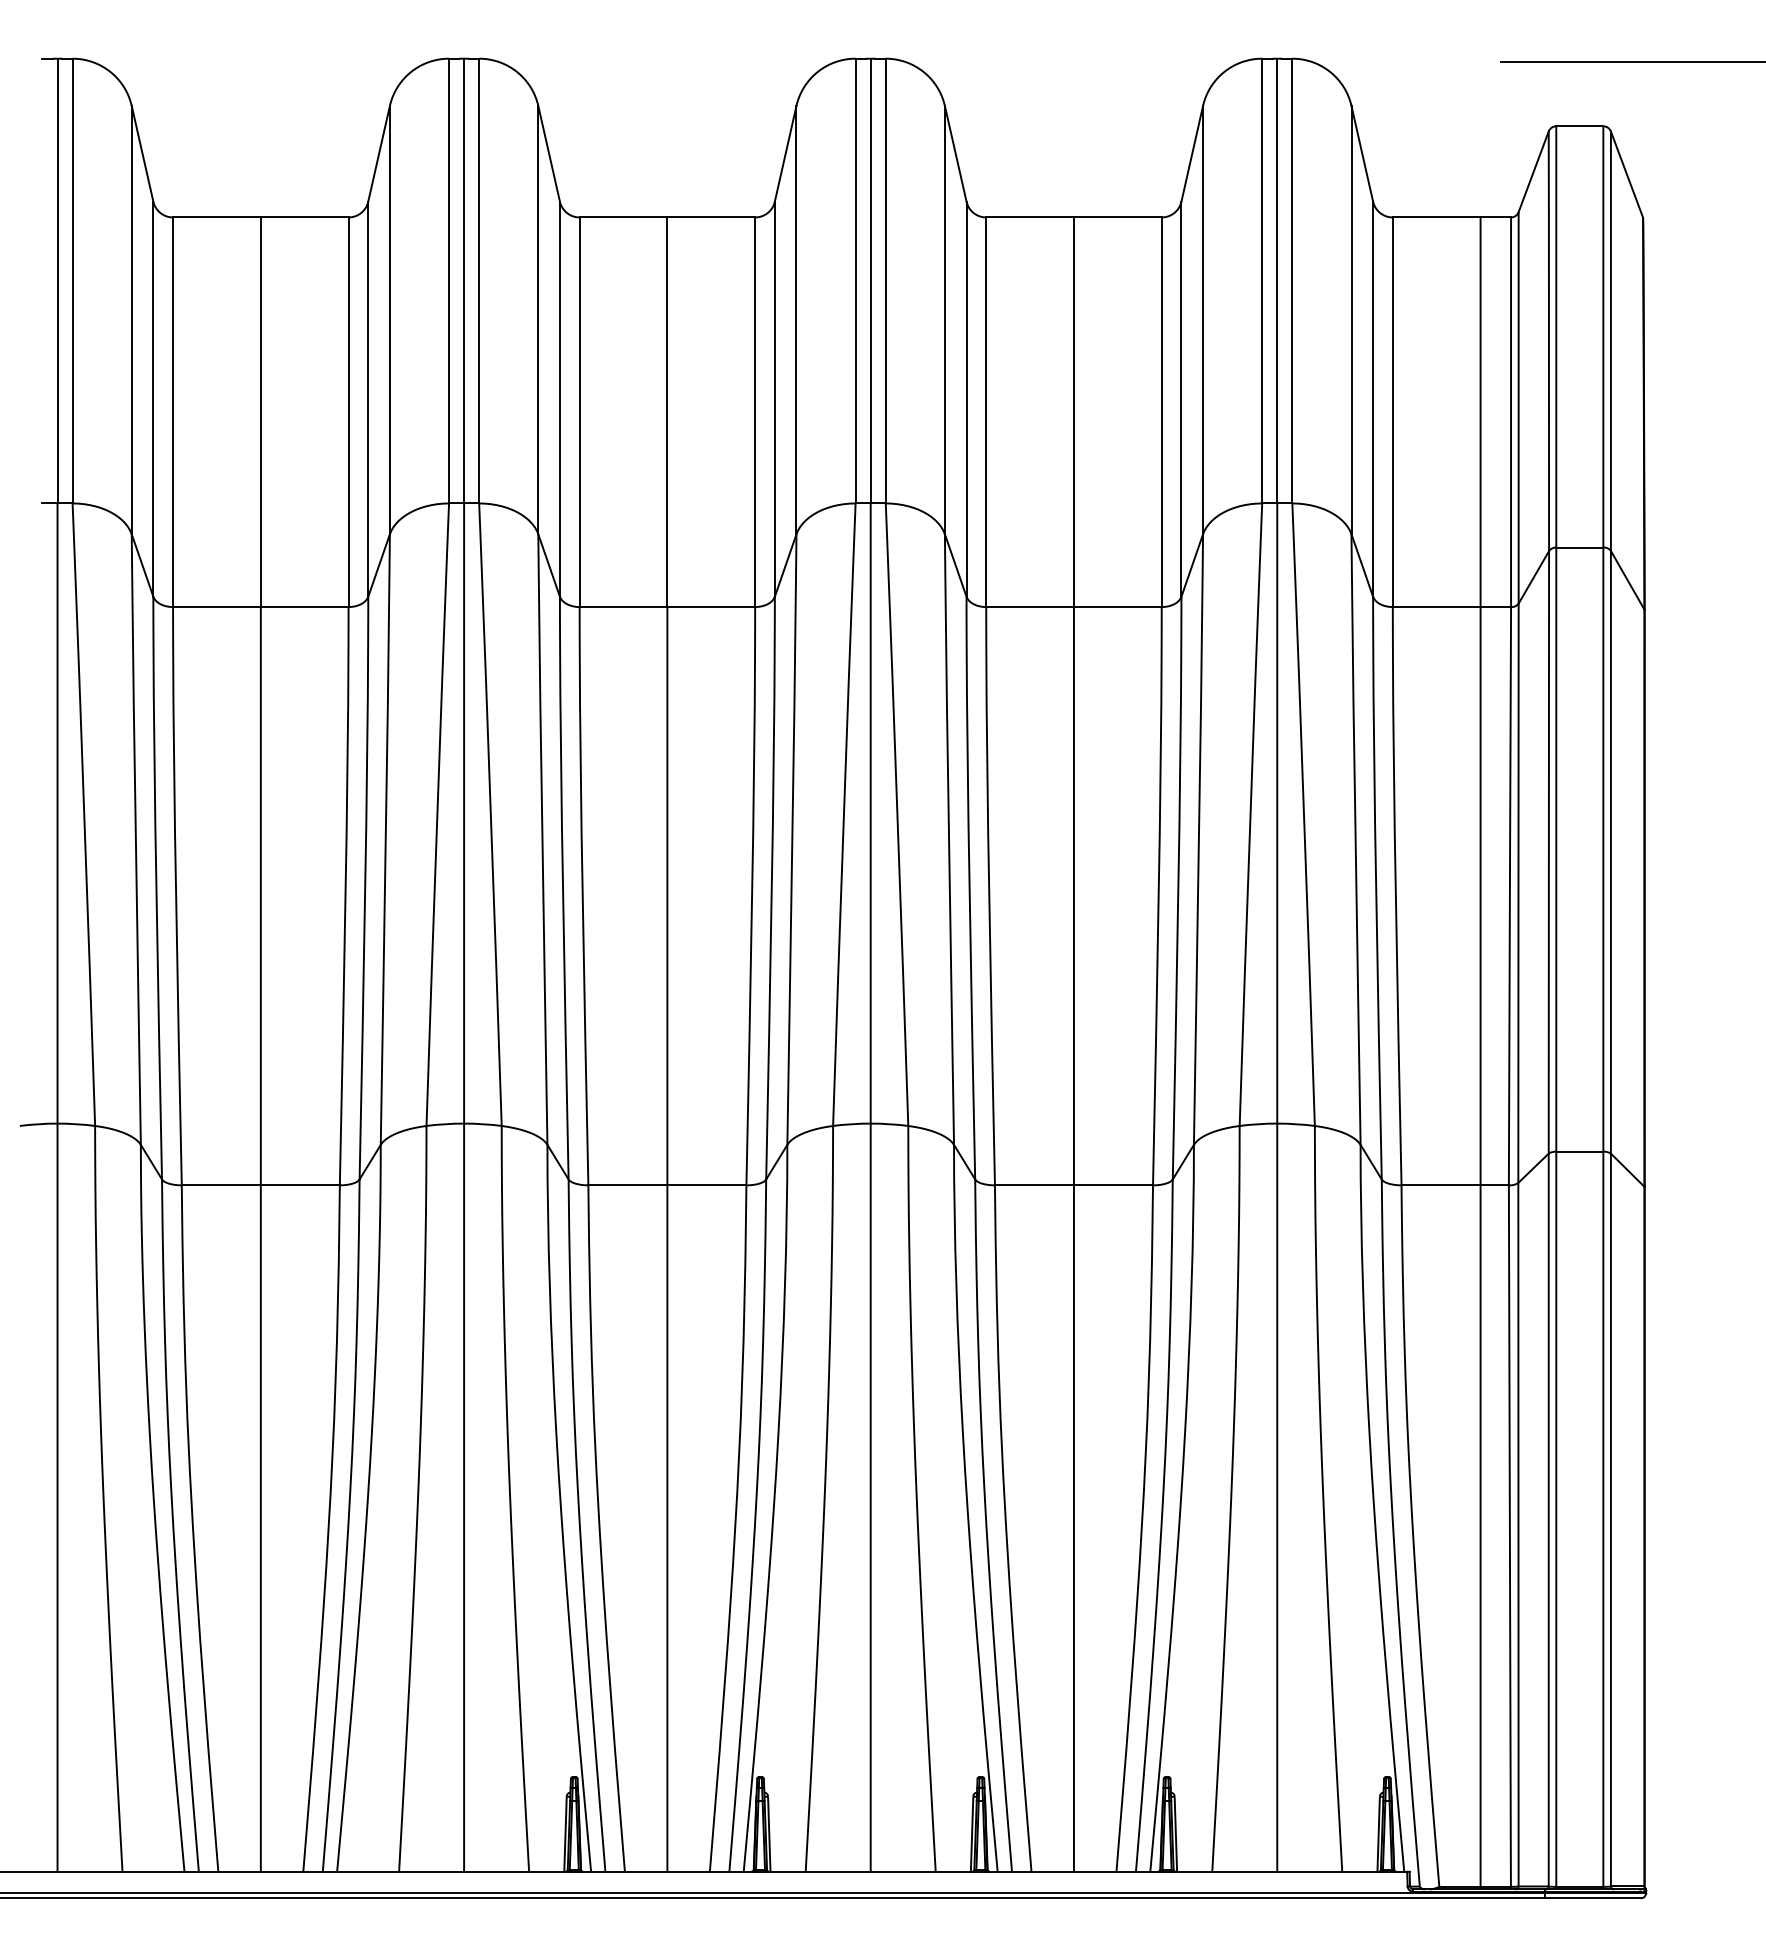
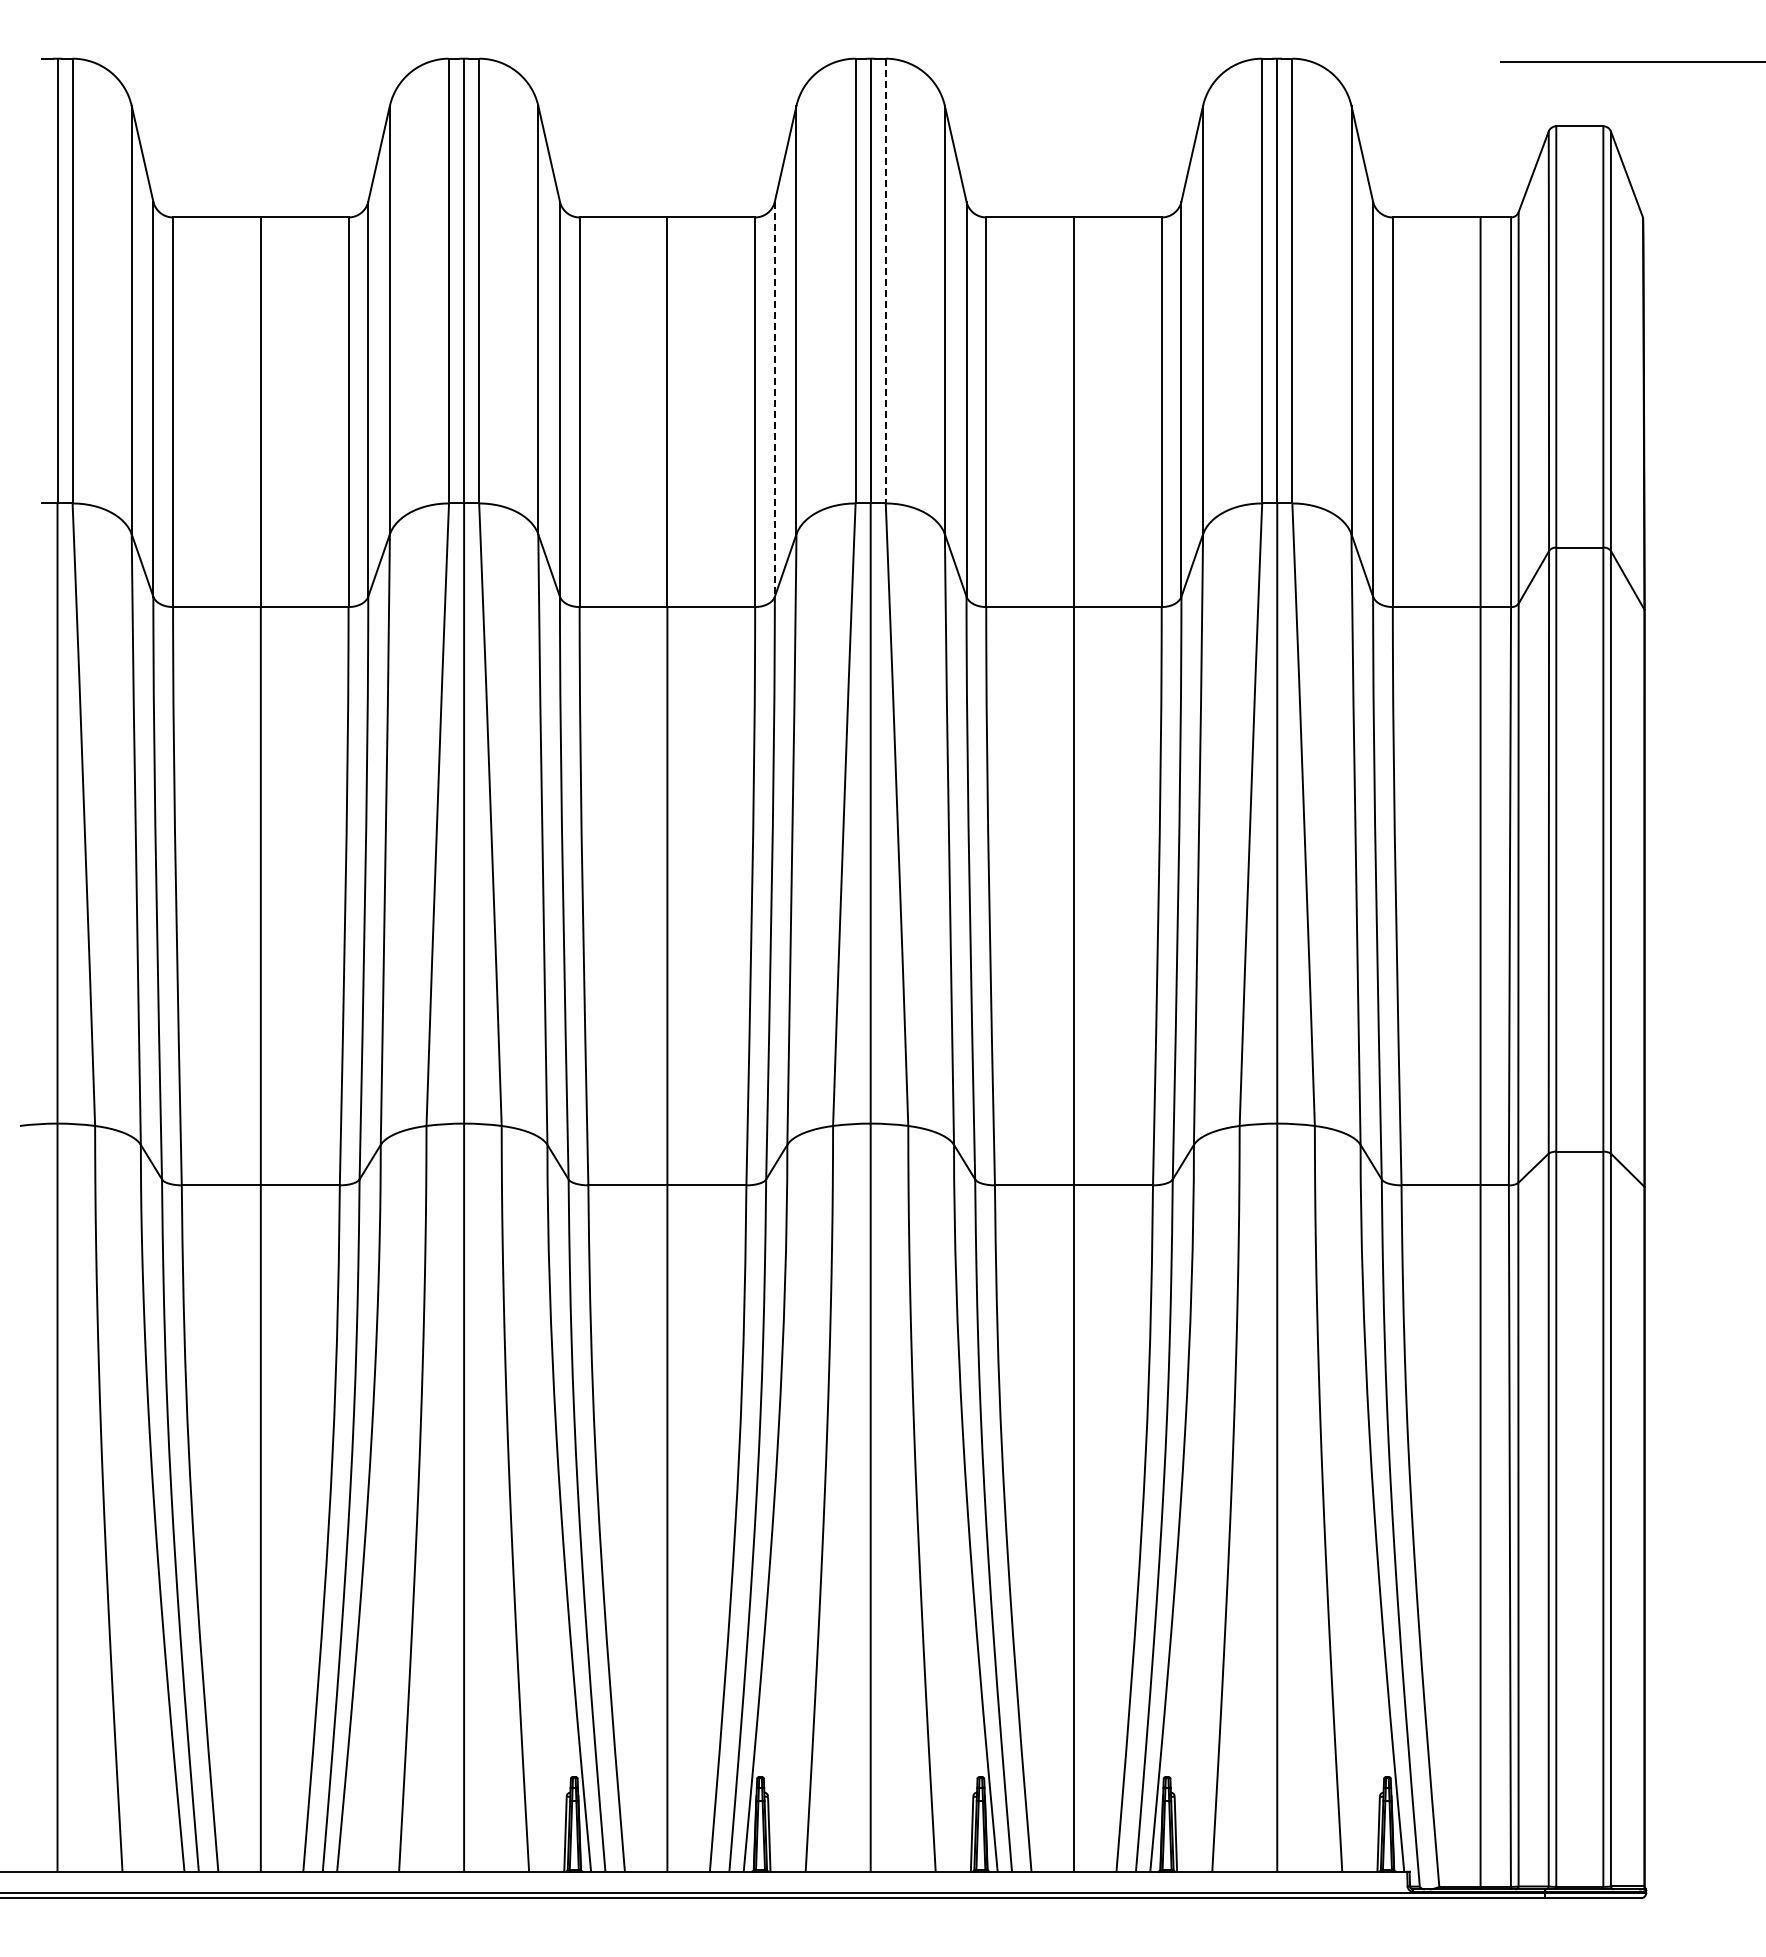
line at (885, 281): solid -> dashed
line at (774, 399): solid -> dashed
